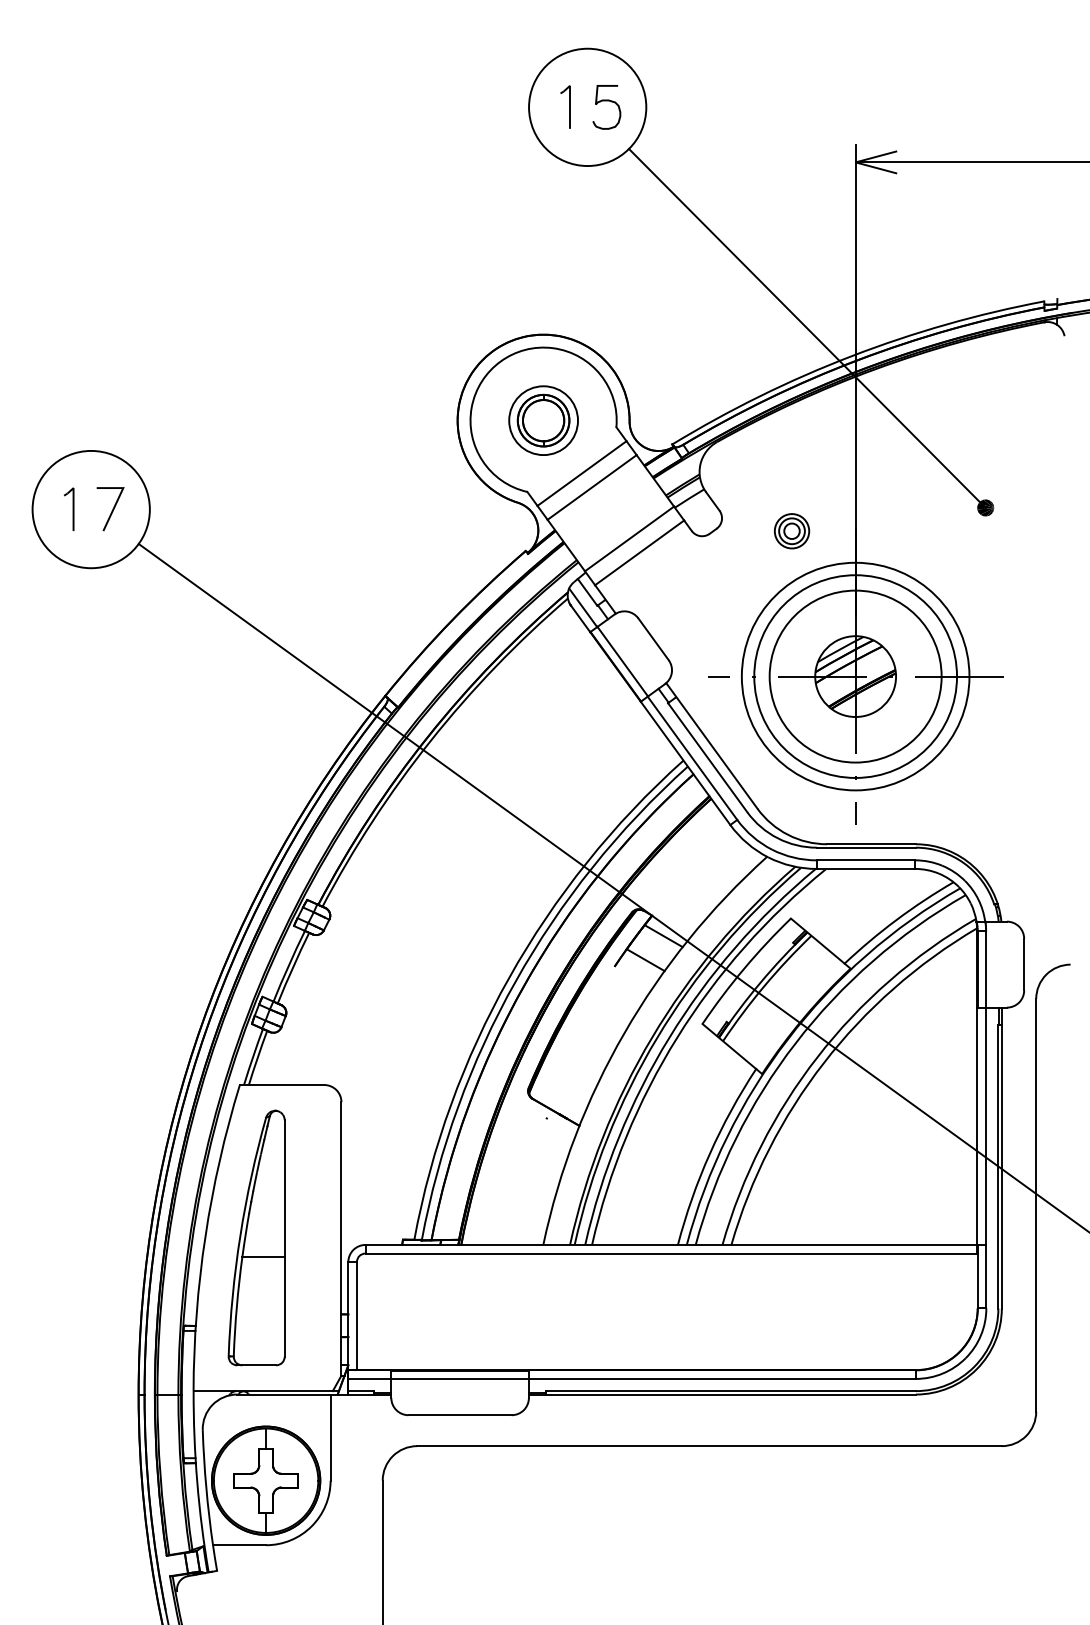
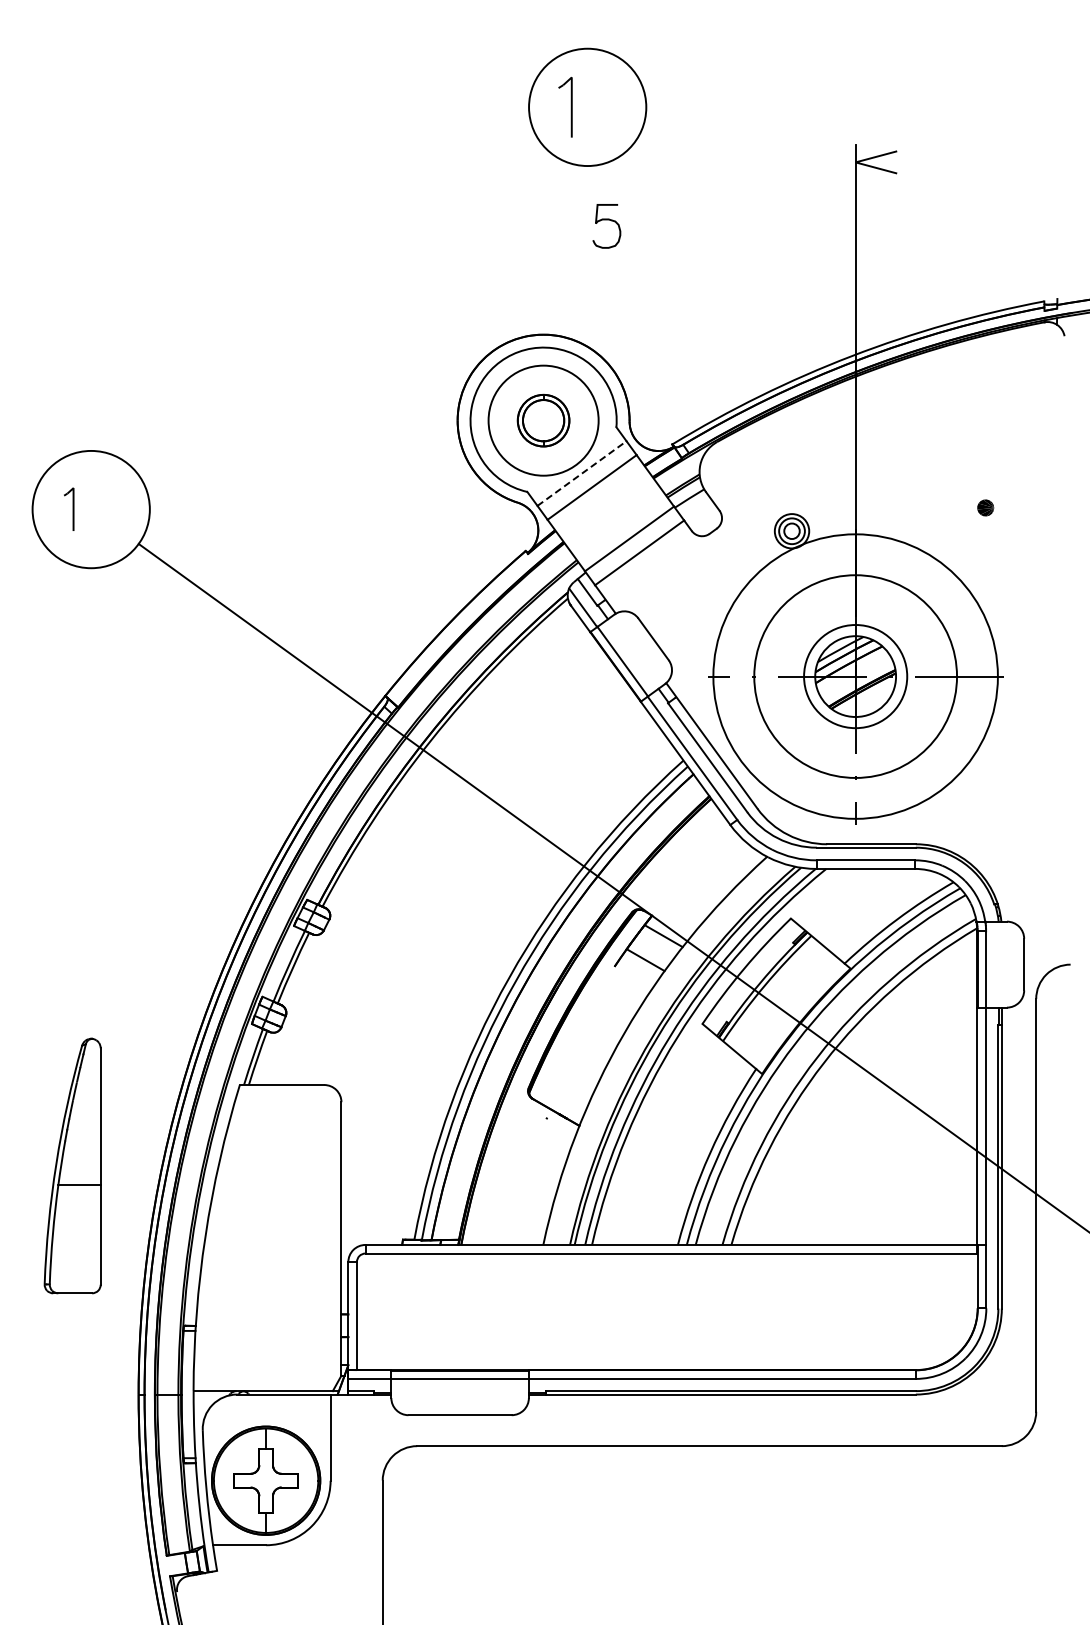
curve at (606, 101) position: (606, 101) -> (606, 220)
part at (565, 106) size: 11x44 px -> 15x61 px
line at (970, 162): present -> none
line at (807, 327): present -> none
circle at (543, 420) diameter: 69 px -> 110 px
line at (582, 473): solid -> dashed
line at (111, 510): present -> none
circle at (855, 676) diameter: 172 px -> 103 px
circle at (855, 676) diameter: 228 px -> 285 px
part at (256, 1237) position: (256, 1237) -> (72, 1165)
